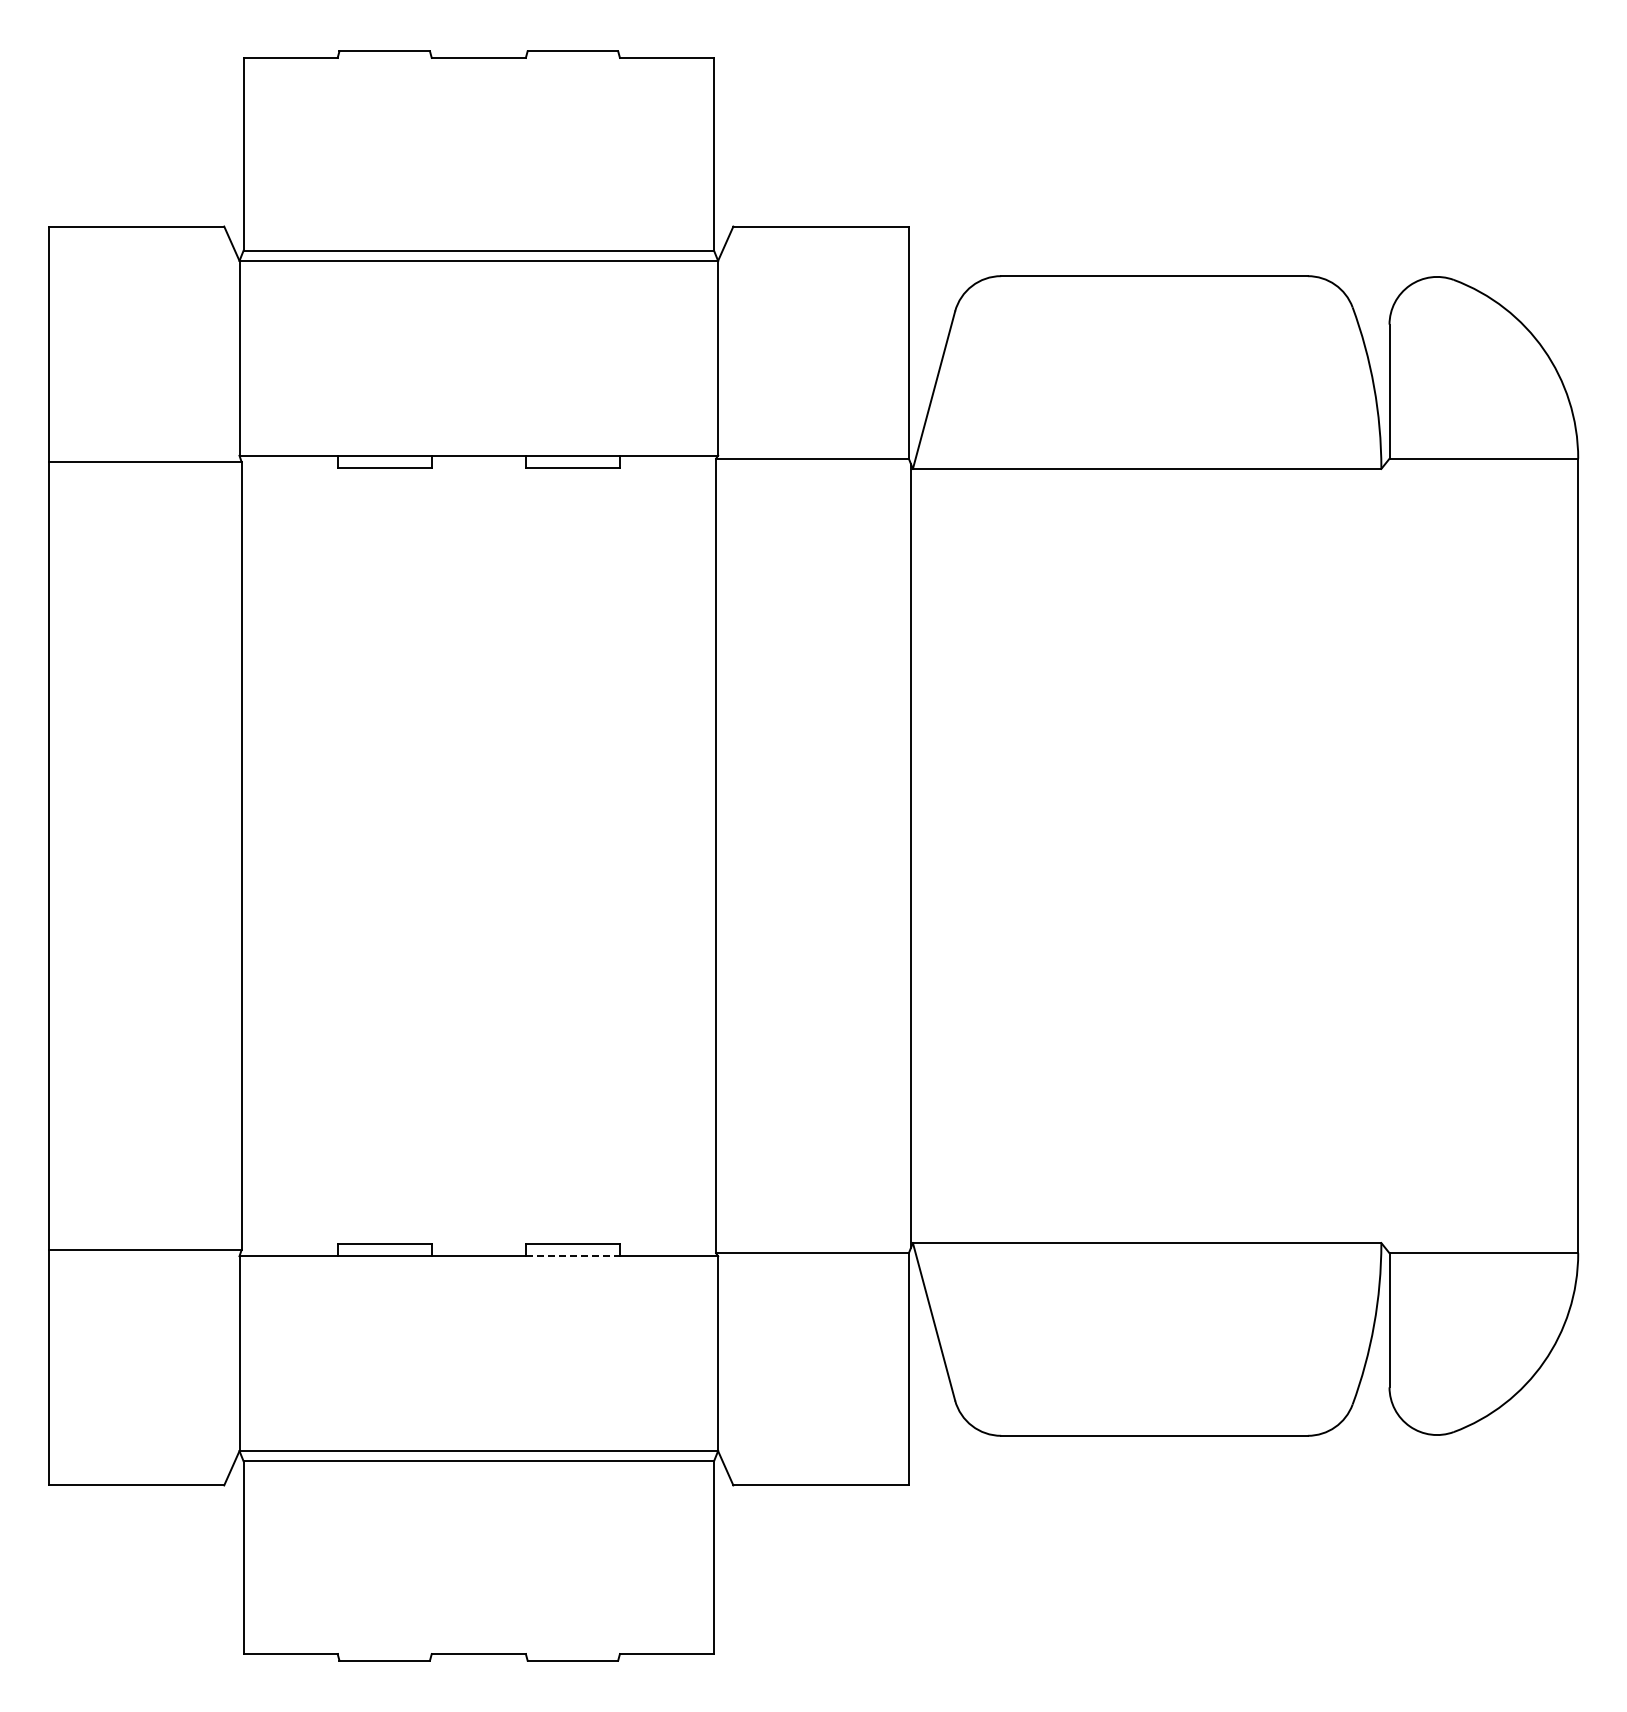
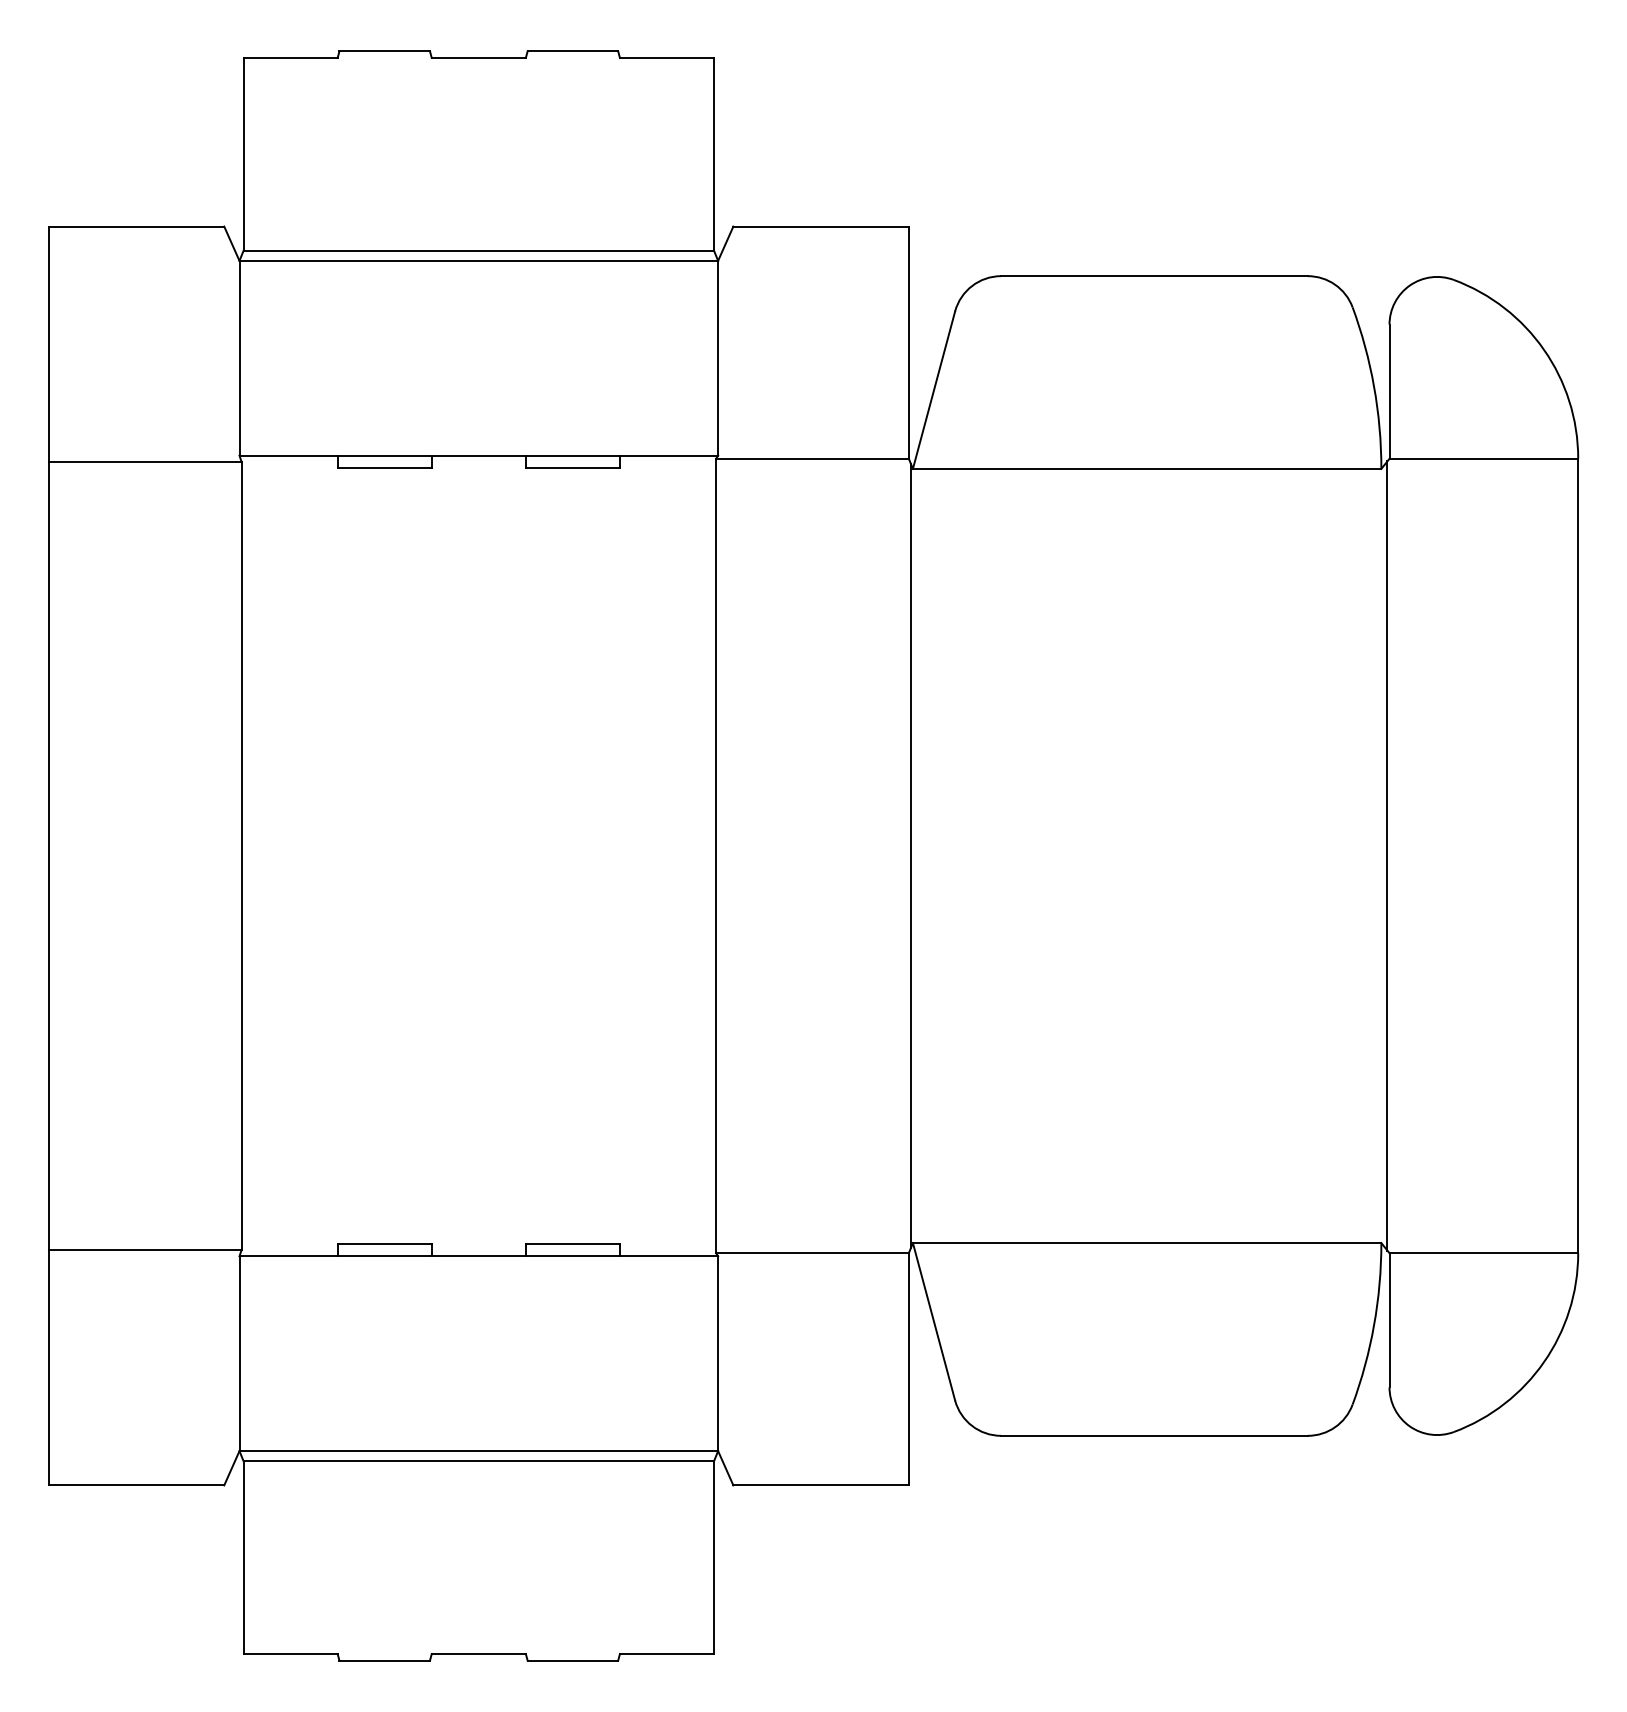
line at (1387, 855): none -> present
line at (573, 1256): dashed -> solid
